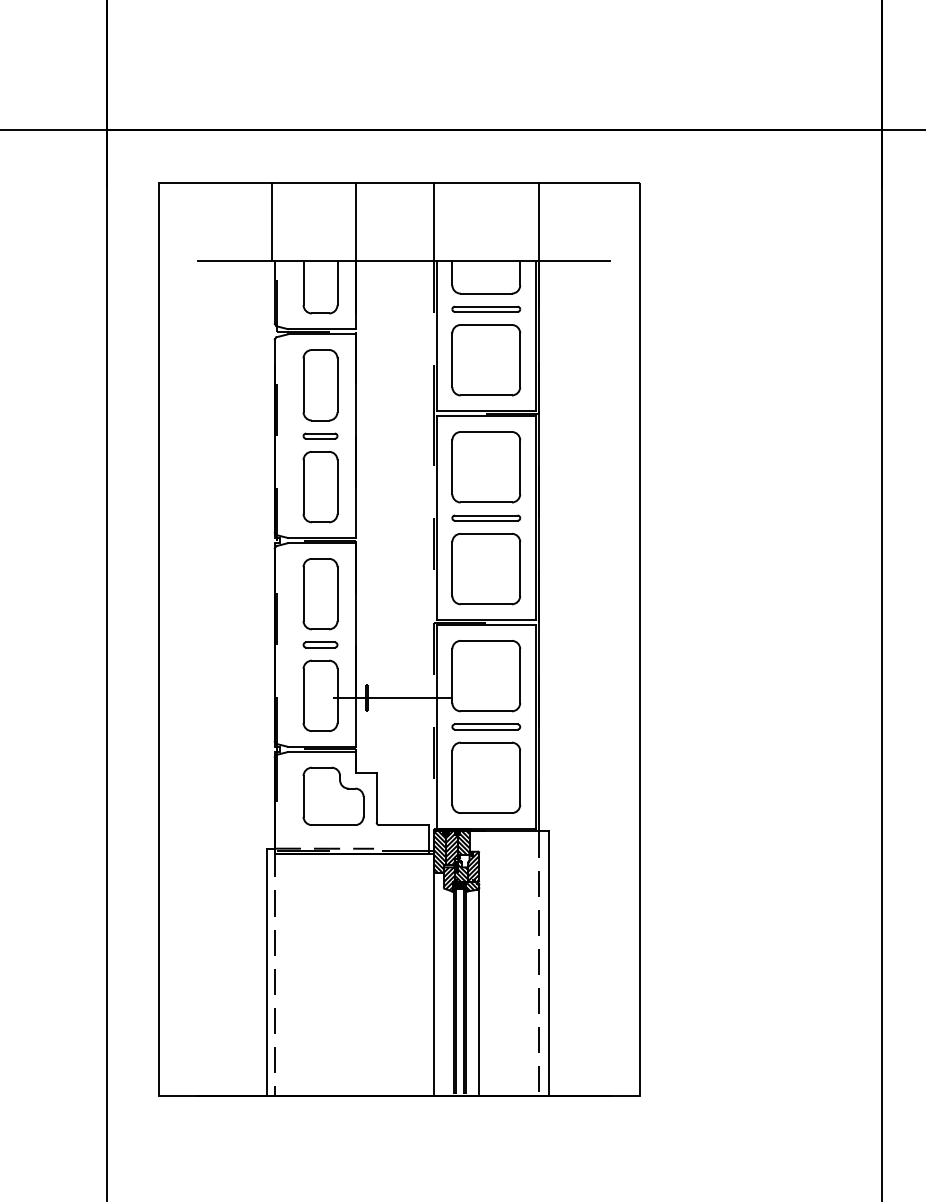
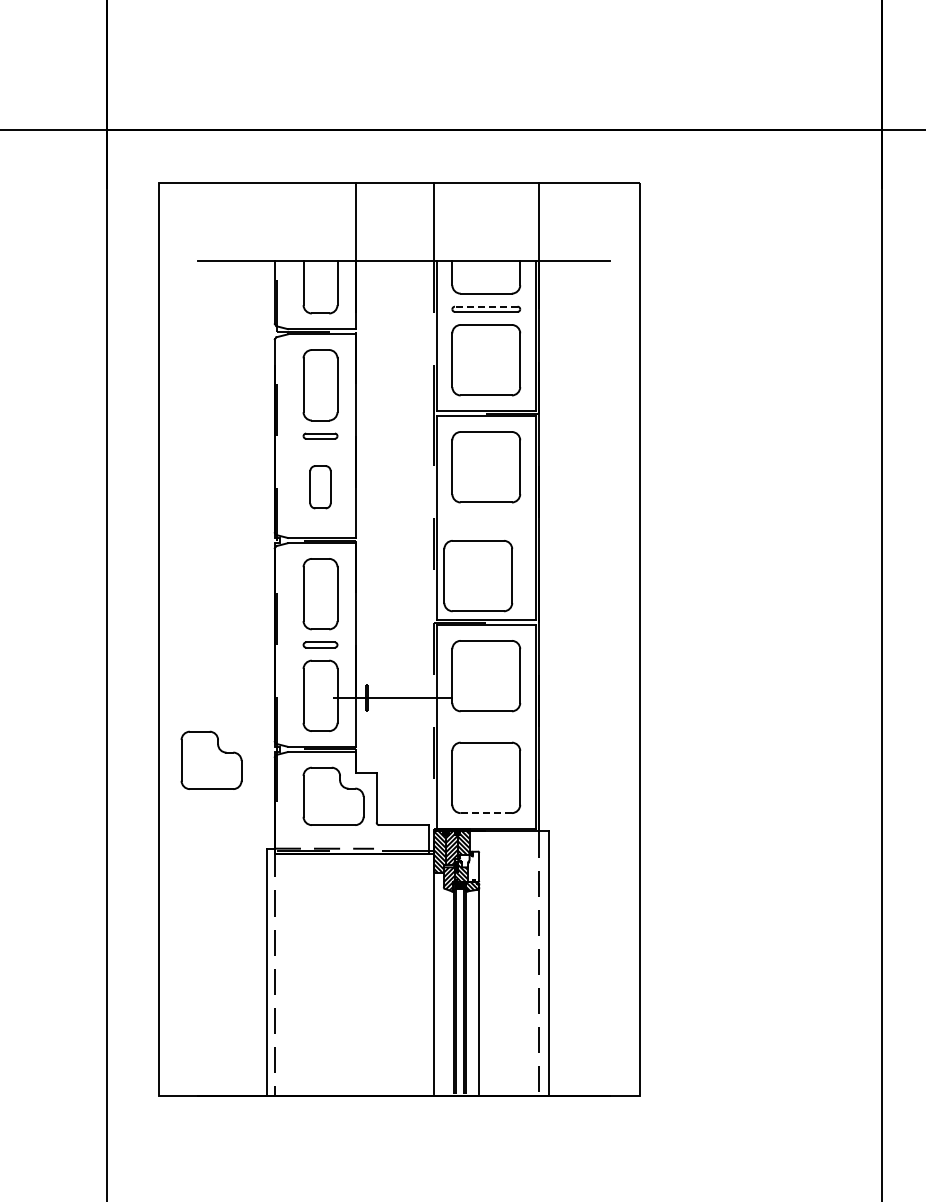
line at (272, 221): present -> none
line at (485, 306): solid -> dashed
part at (320, 487) size: 37x73 px -> 23x45 px
part at (486, 517): present -> none
part at (486, 569) position: (486, 569) -> (478, 576)
part at (486, 726): present -> none
part at (211, 759): none -> present
line at (486, 813): solid -> dashed
hatch at (473, 866): present -> none
